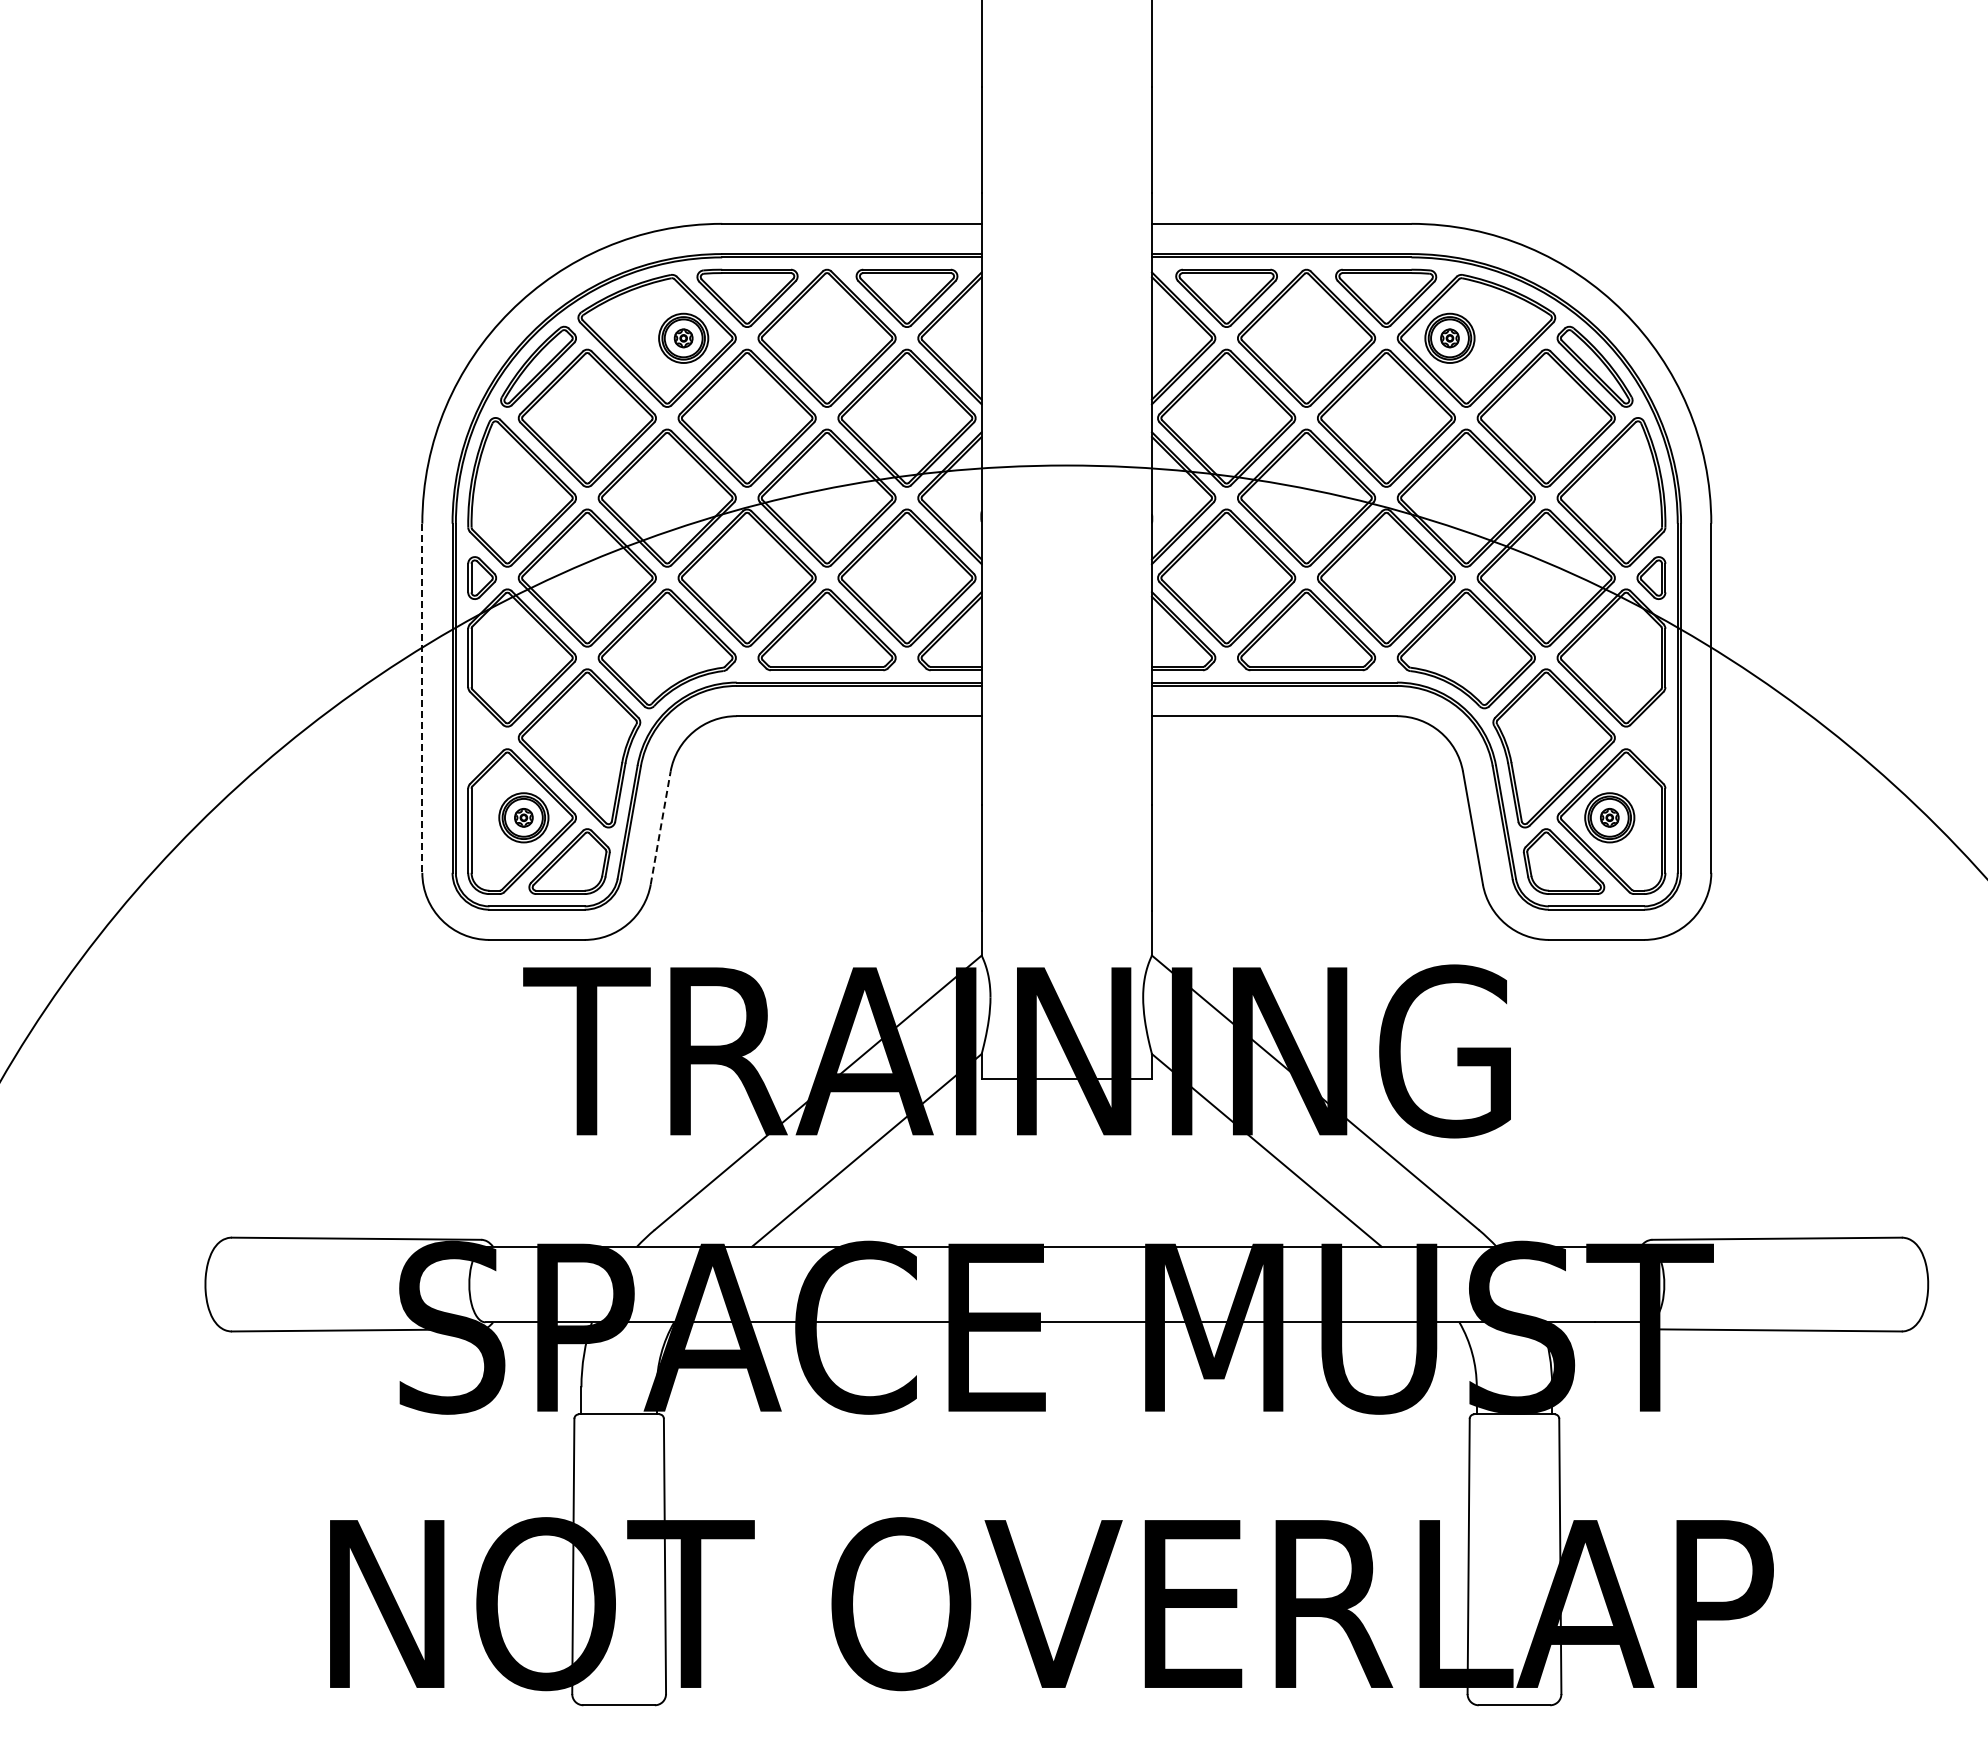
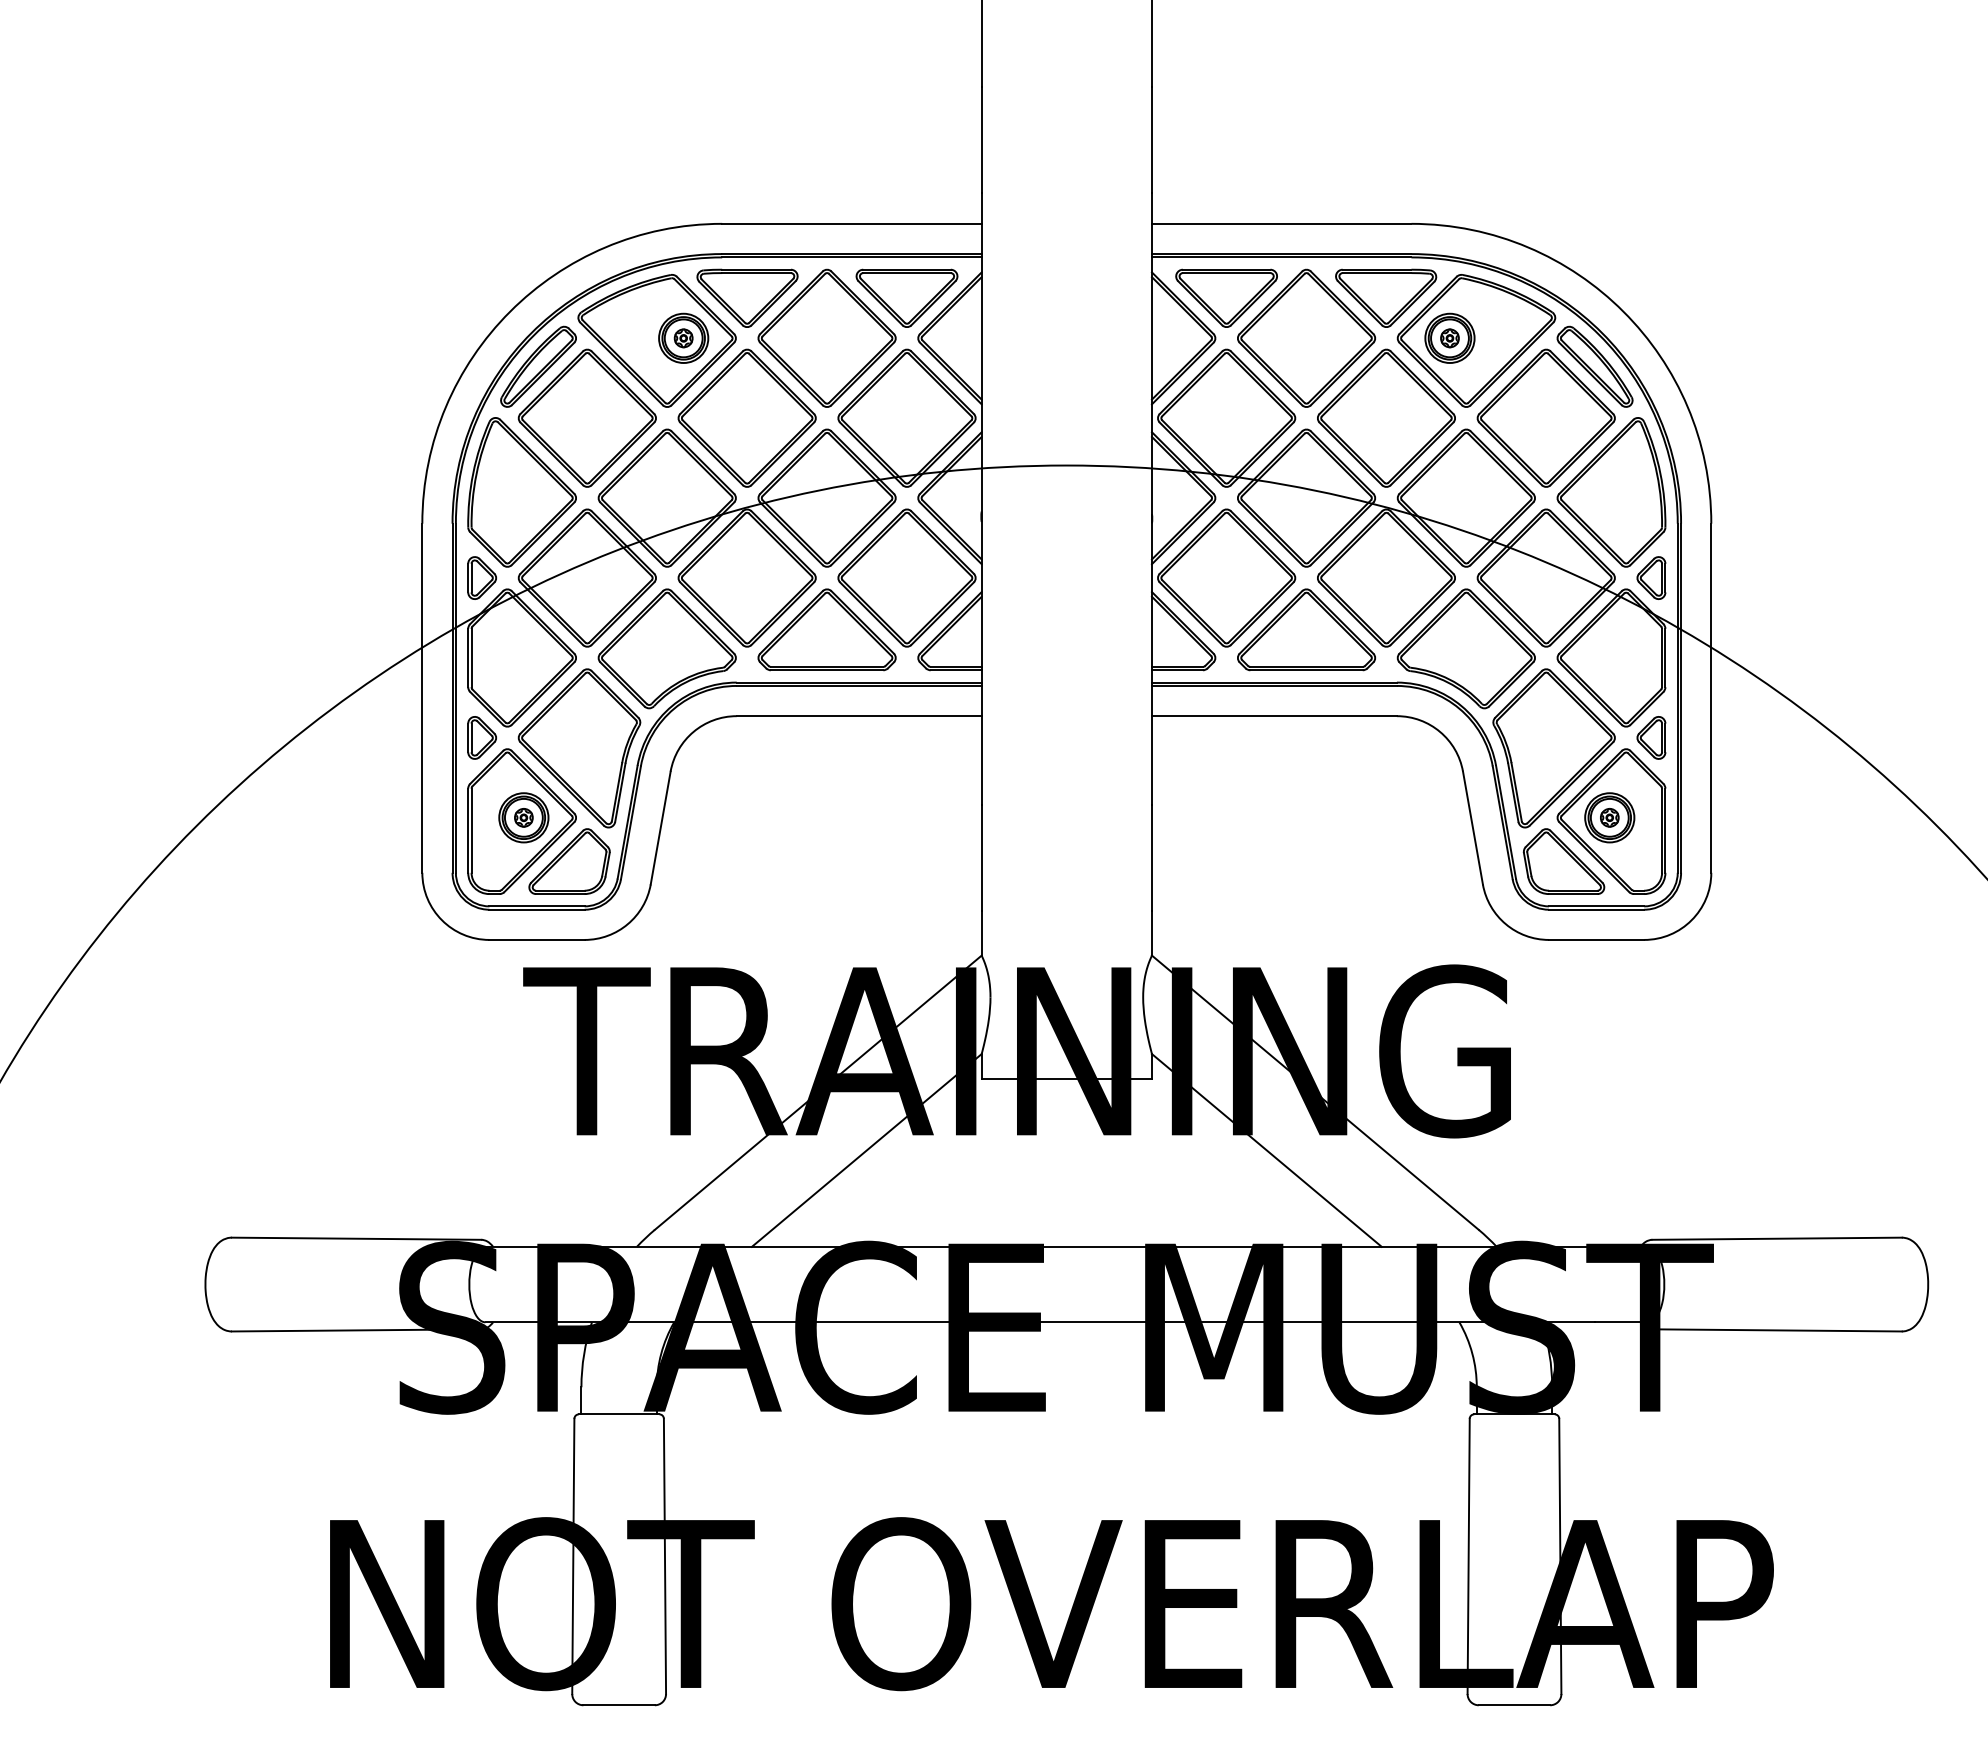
line at (422, 698): dashed -> solid
part at (481, 737): none -> present
part at (1651, 737): none -> present
line at (660, 827): dashed -> solid
